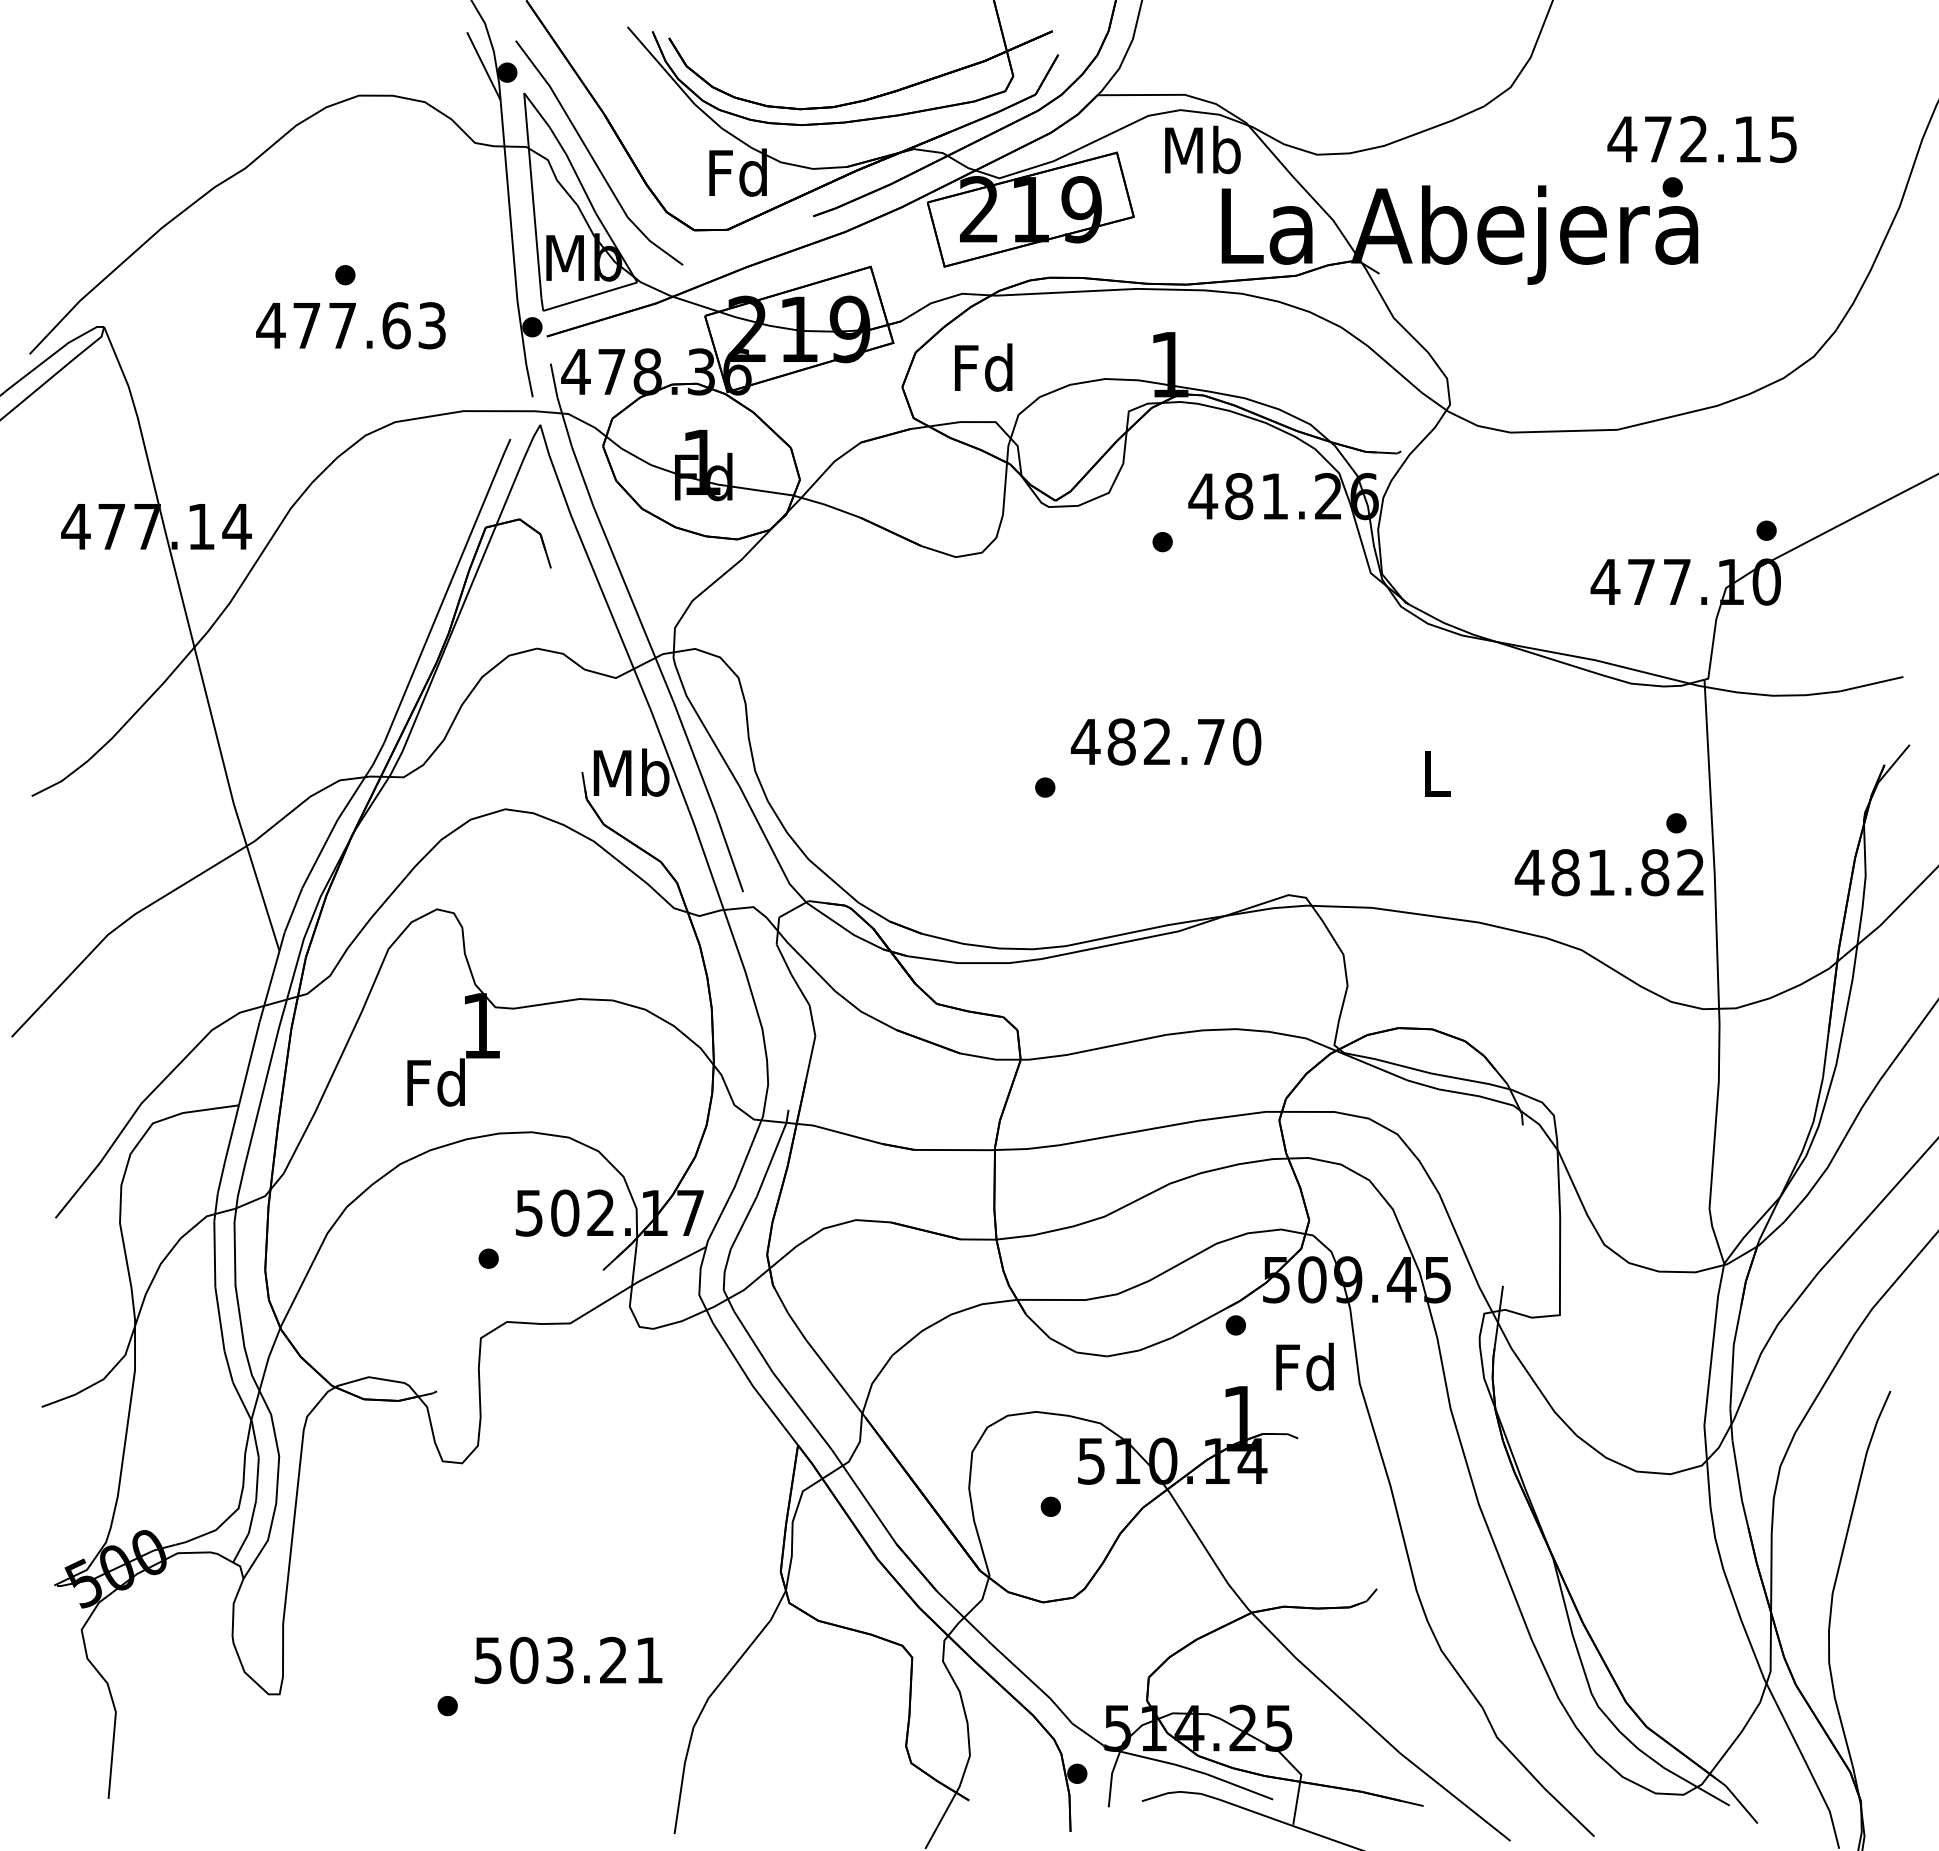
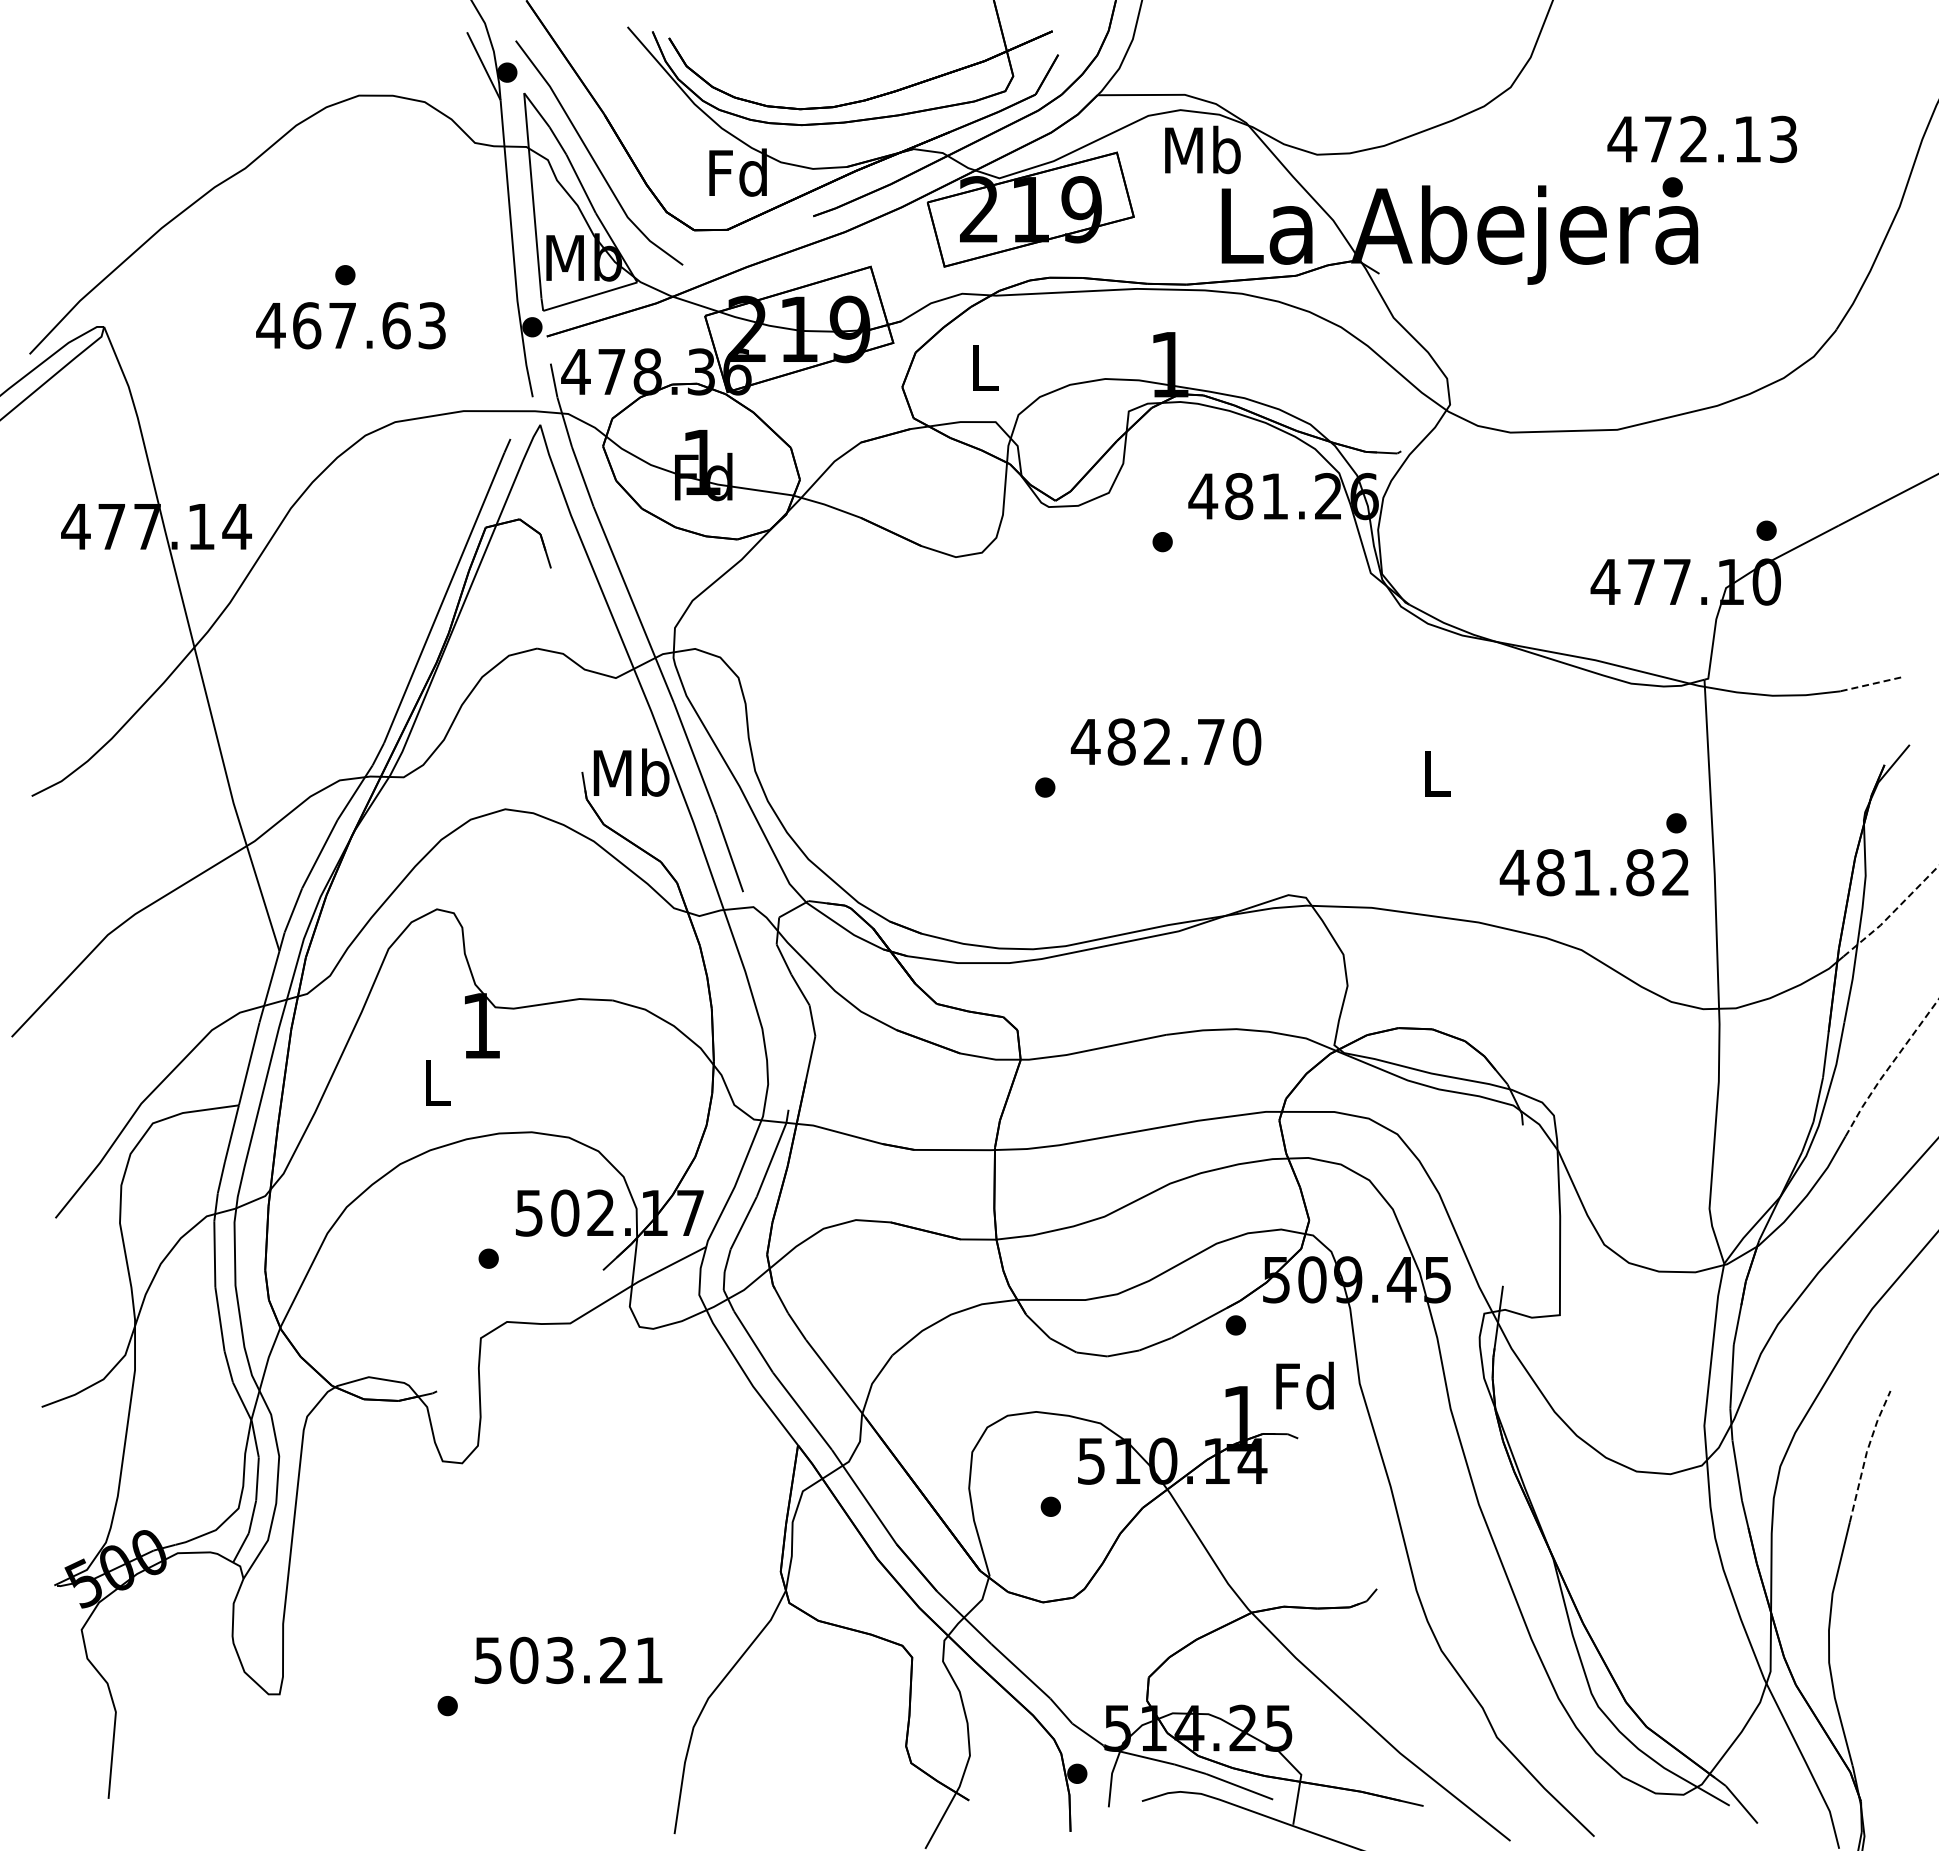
text at (1783, 138): 472.15 -> 472.13
text at (307, 325): 477.63 -> 467.63
text at (983, 367): Fd -> L
line at (1872, 683): solid -> dashed
text at (1608, 872) position: (1608, 872) -> (1593, 872)
line at (1892, 913): solid -> dashed
line at (1889, 1067): solid -> dashed
text at (435, 1082): Fd -> L
text at (1304, 1366) position: (1304, 1366) -> (1304, 1385)
line at (1866, 1454): solid -> dashed
